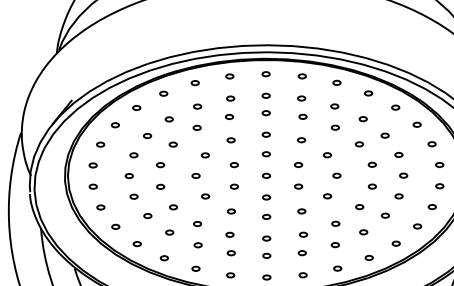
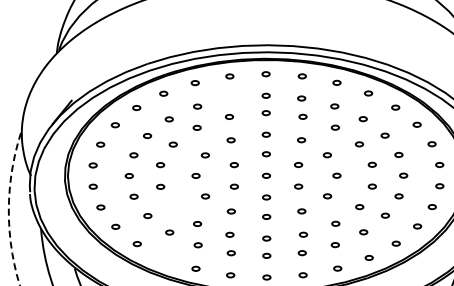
part at (230, 98): present -> none
part at (173, 207): present -> none
arc at (8, 208): solid -> dashed
part at (163, 258): present -> none
